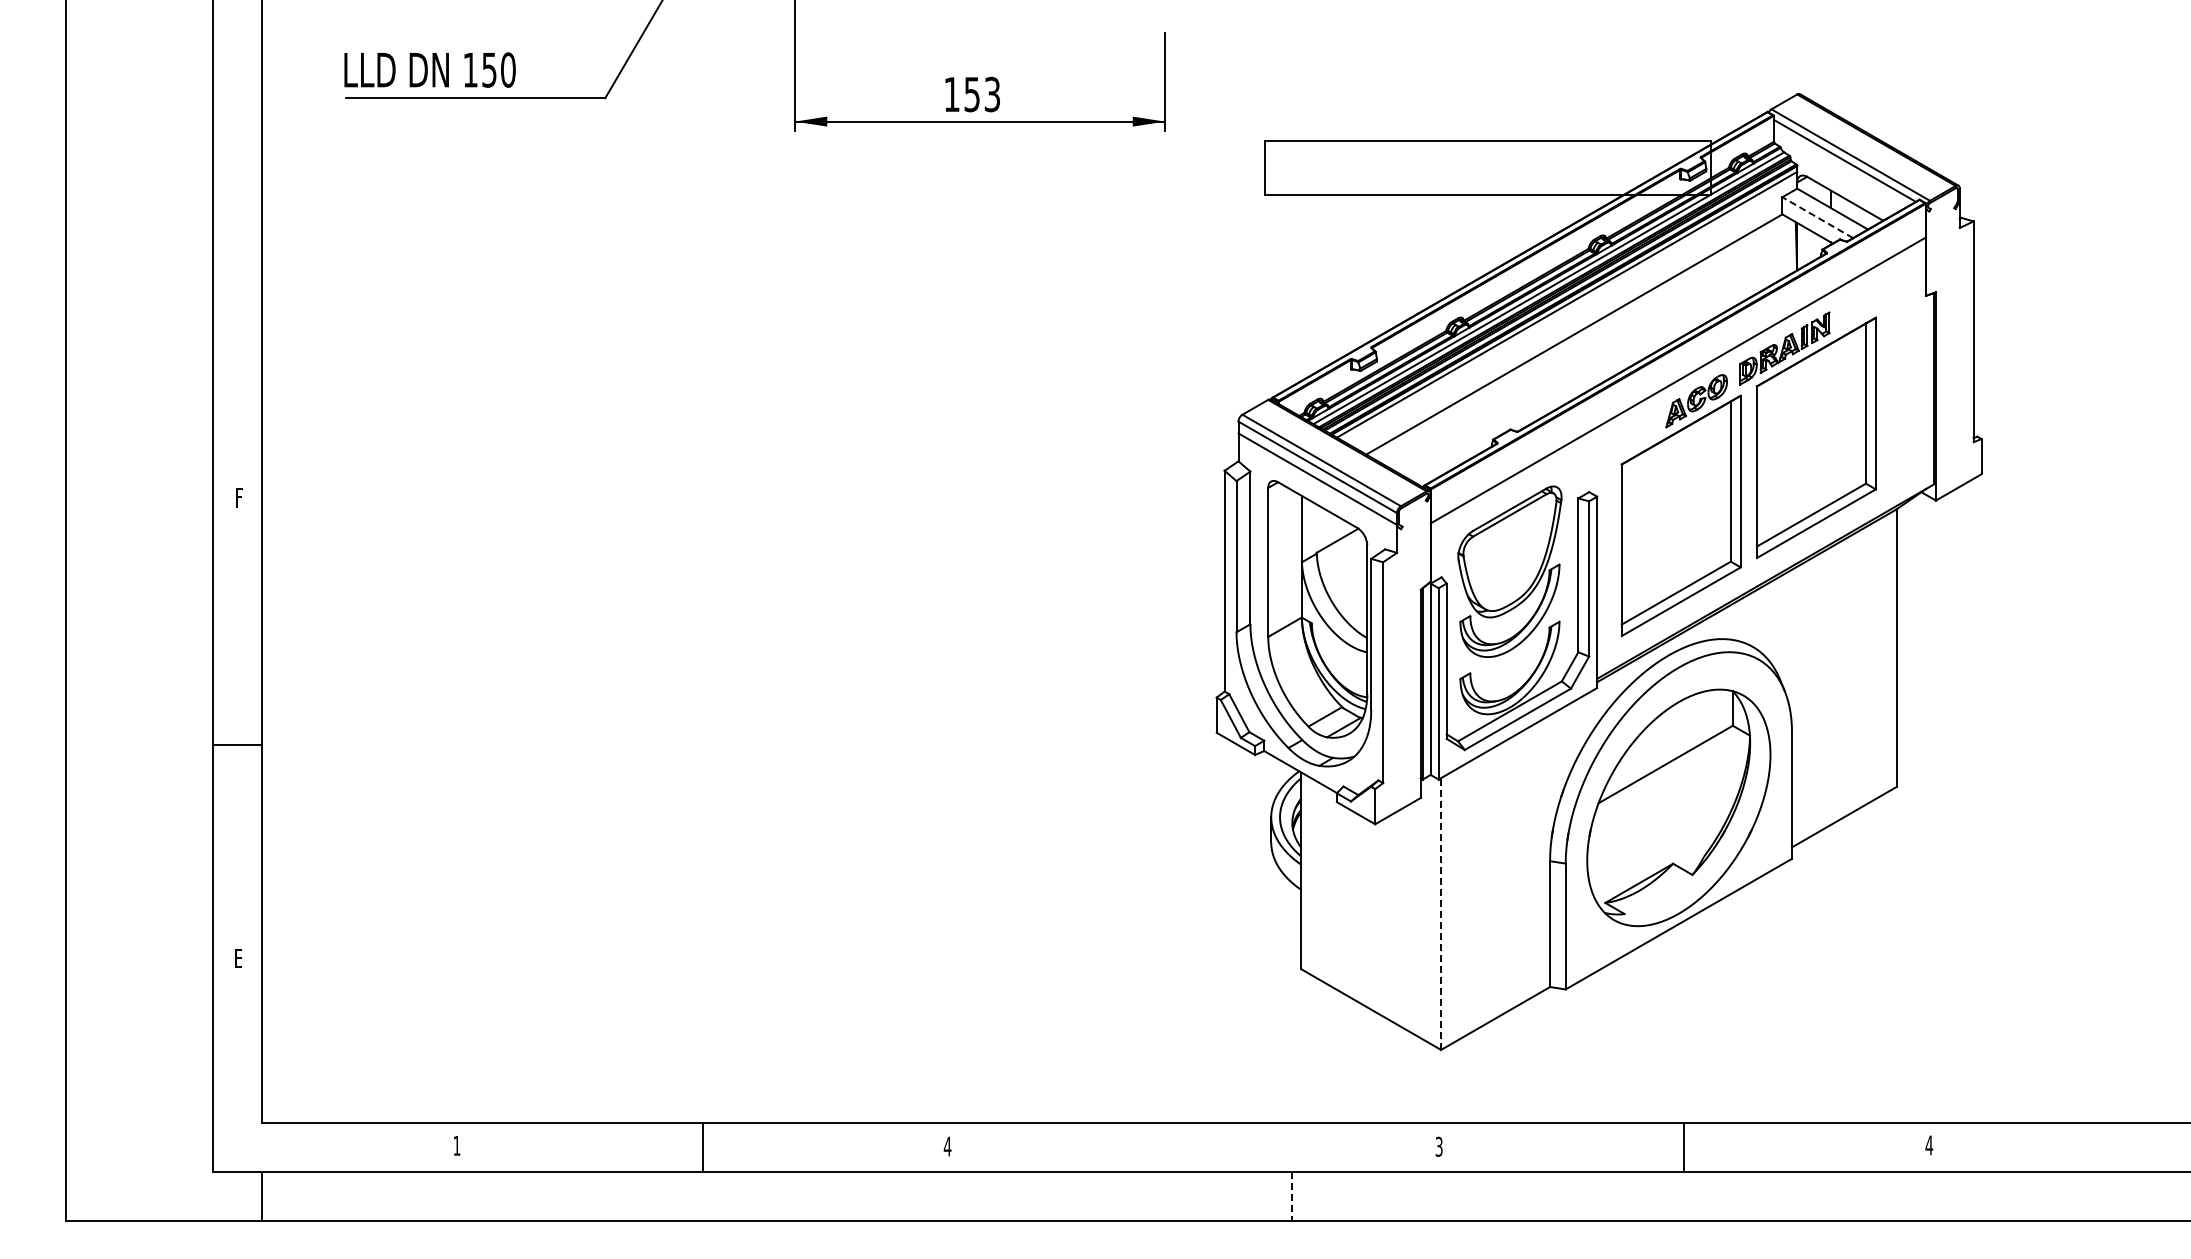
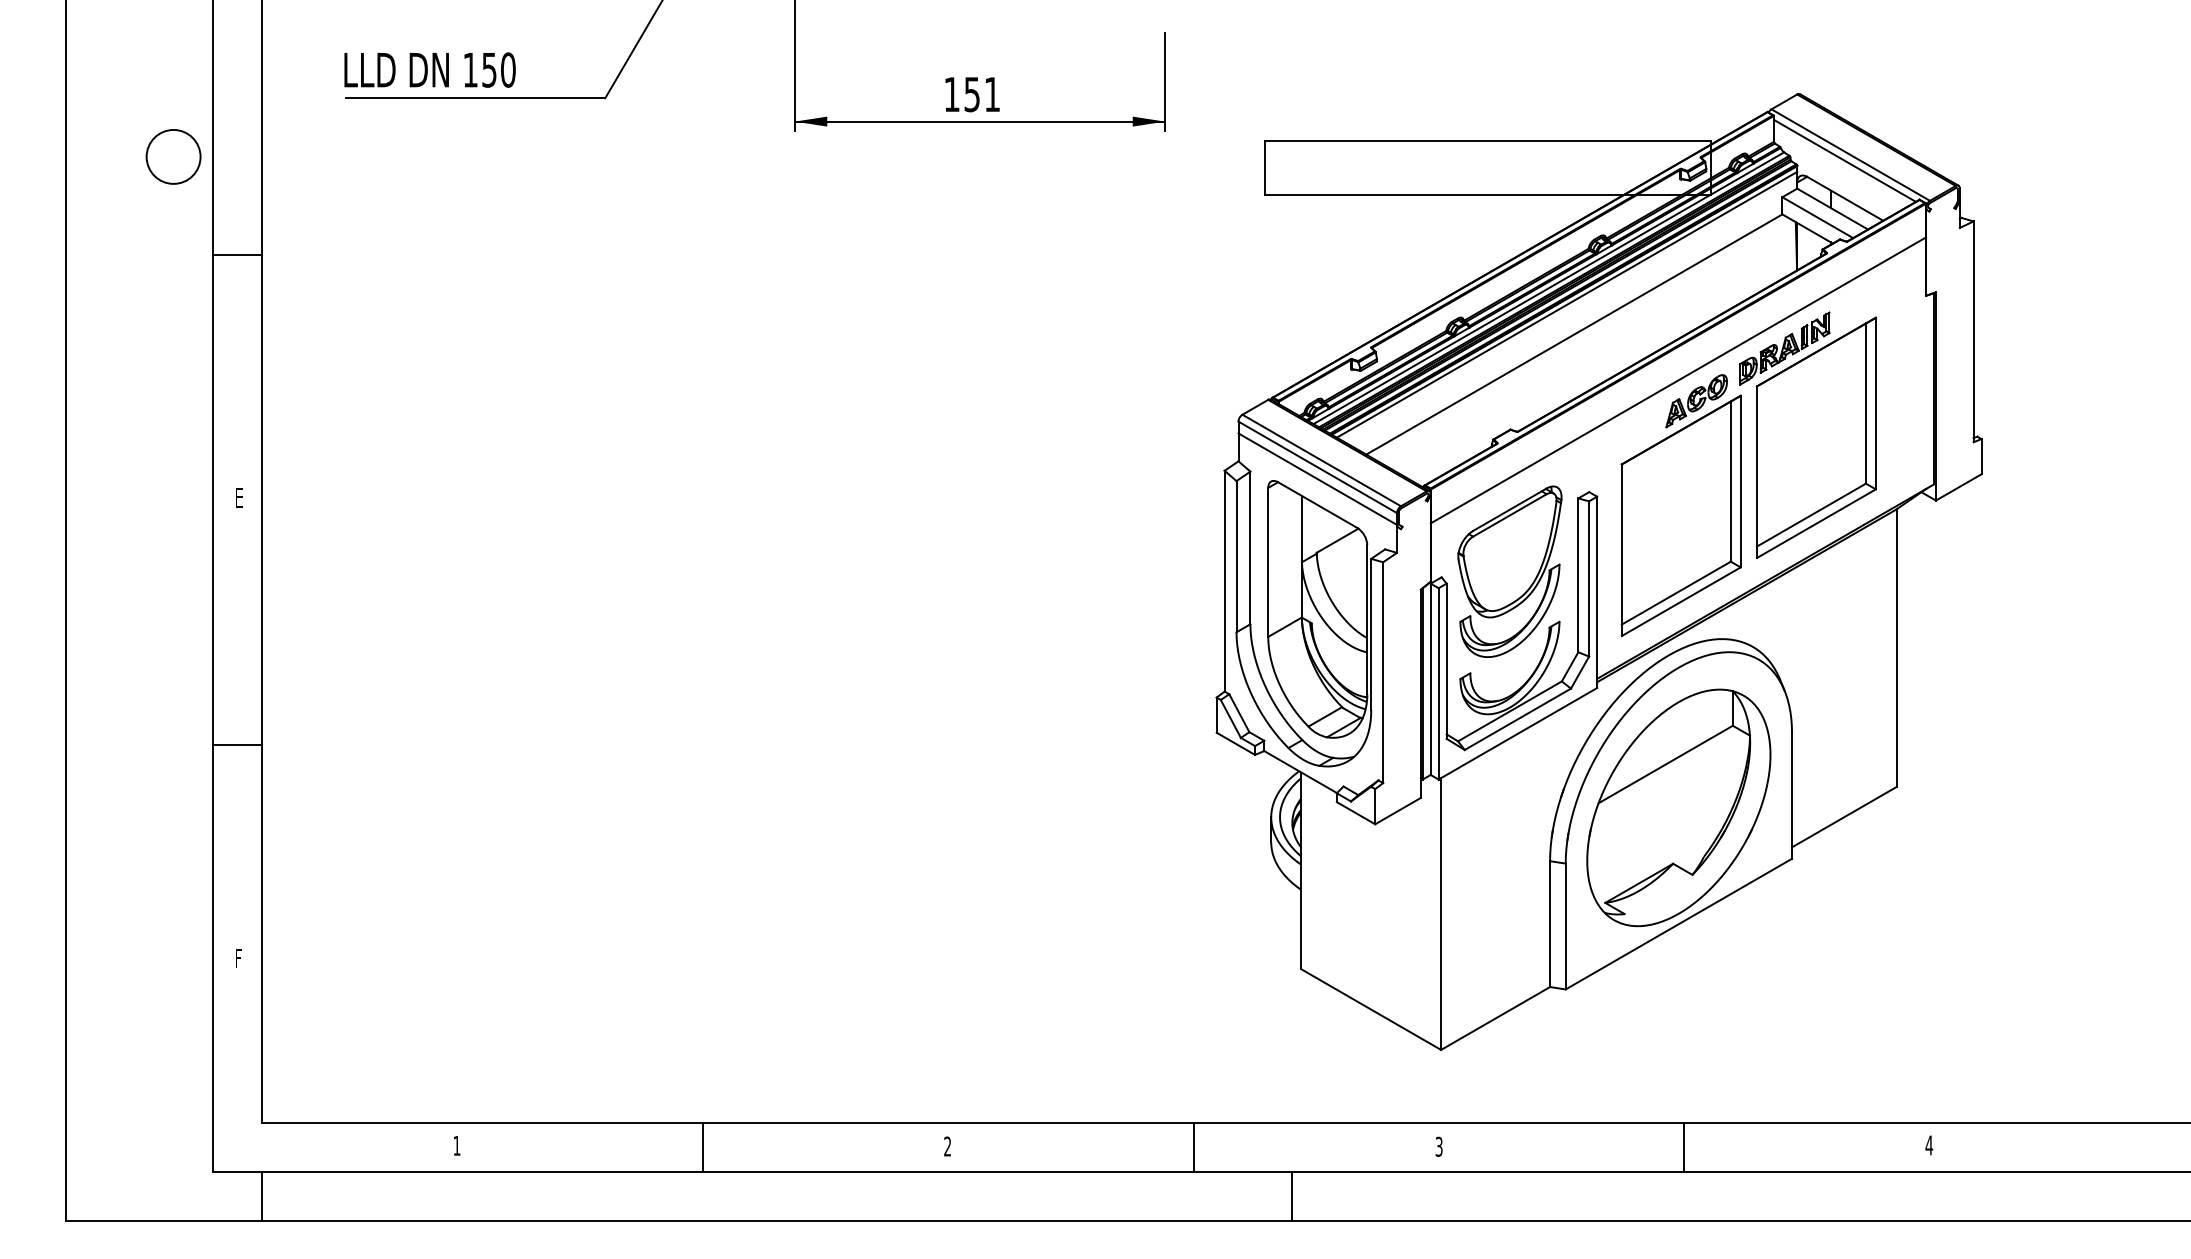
text at (991, 94): 153 -> 151
circle at (173, 156): none -> present
line at (1817, 217): dashed -> solid
line at (236, 255): none -> present
text at (239, 498): F -> E
line at (1441, 914): dashed -> solid
text at (238, 958): E -> F
text at (947, 1146): 4 -> 2
line at (1193, 1147): none -> present
line at (1291, 1196): dashed -> solid
